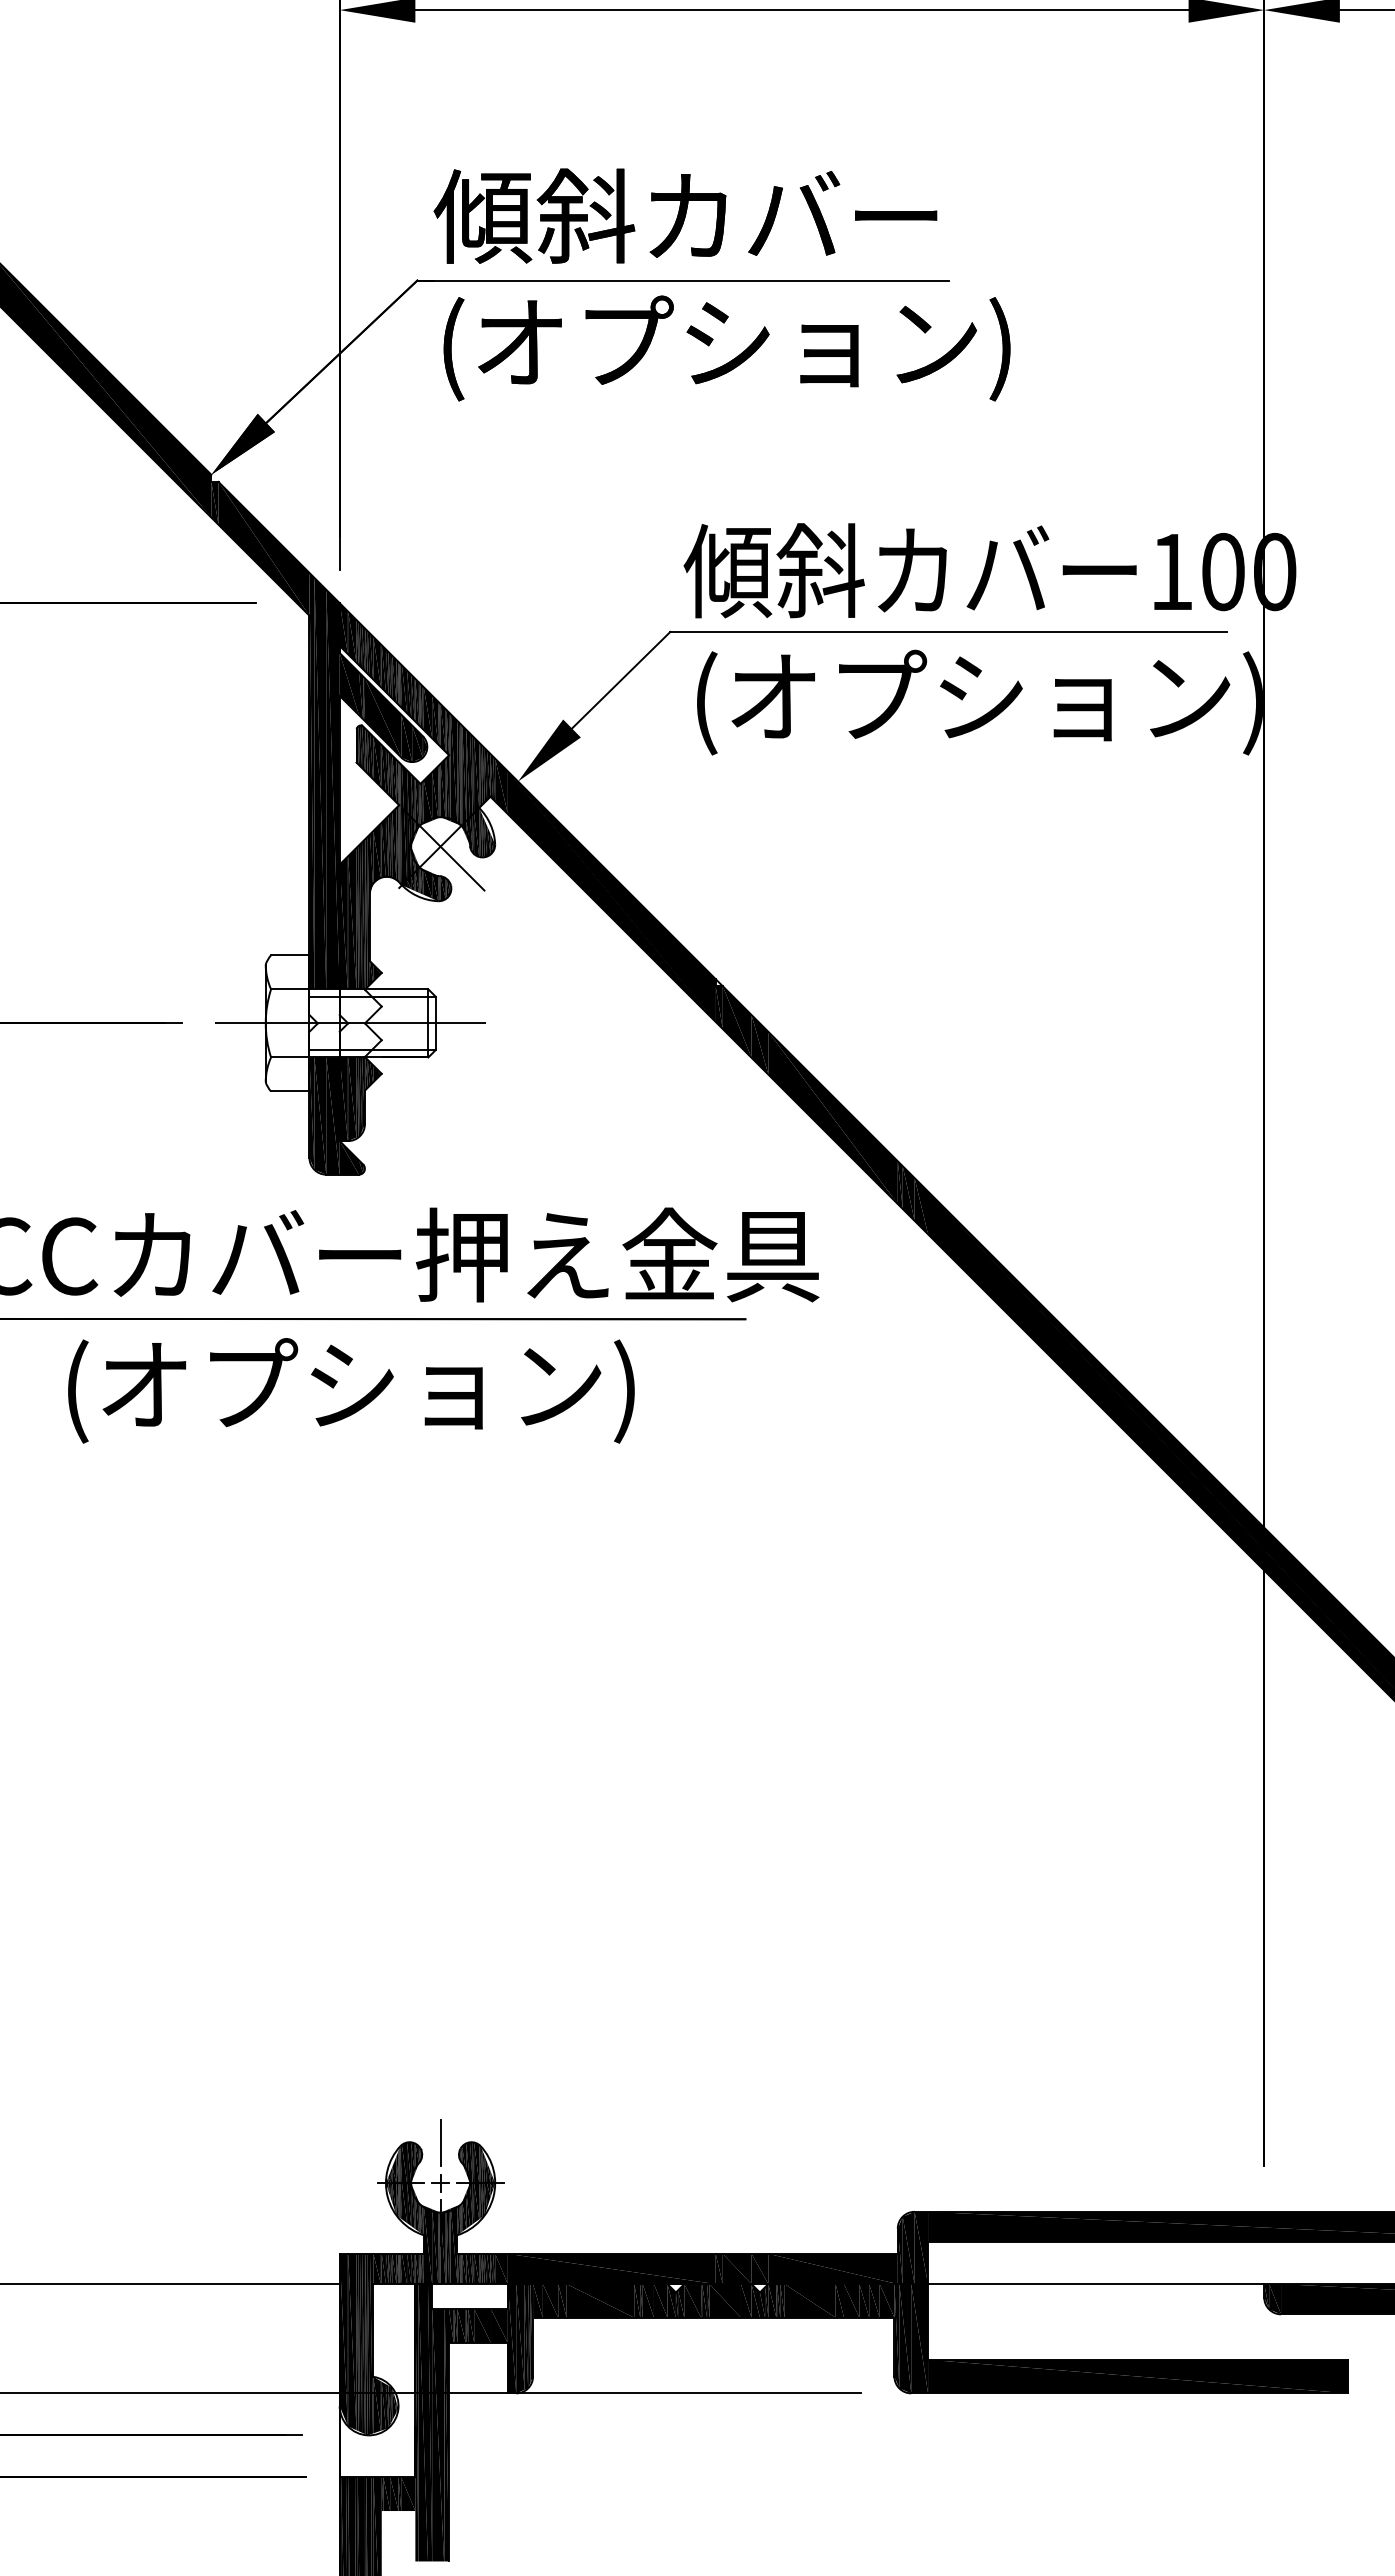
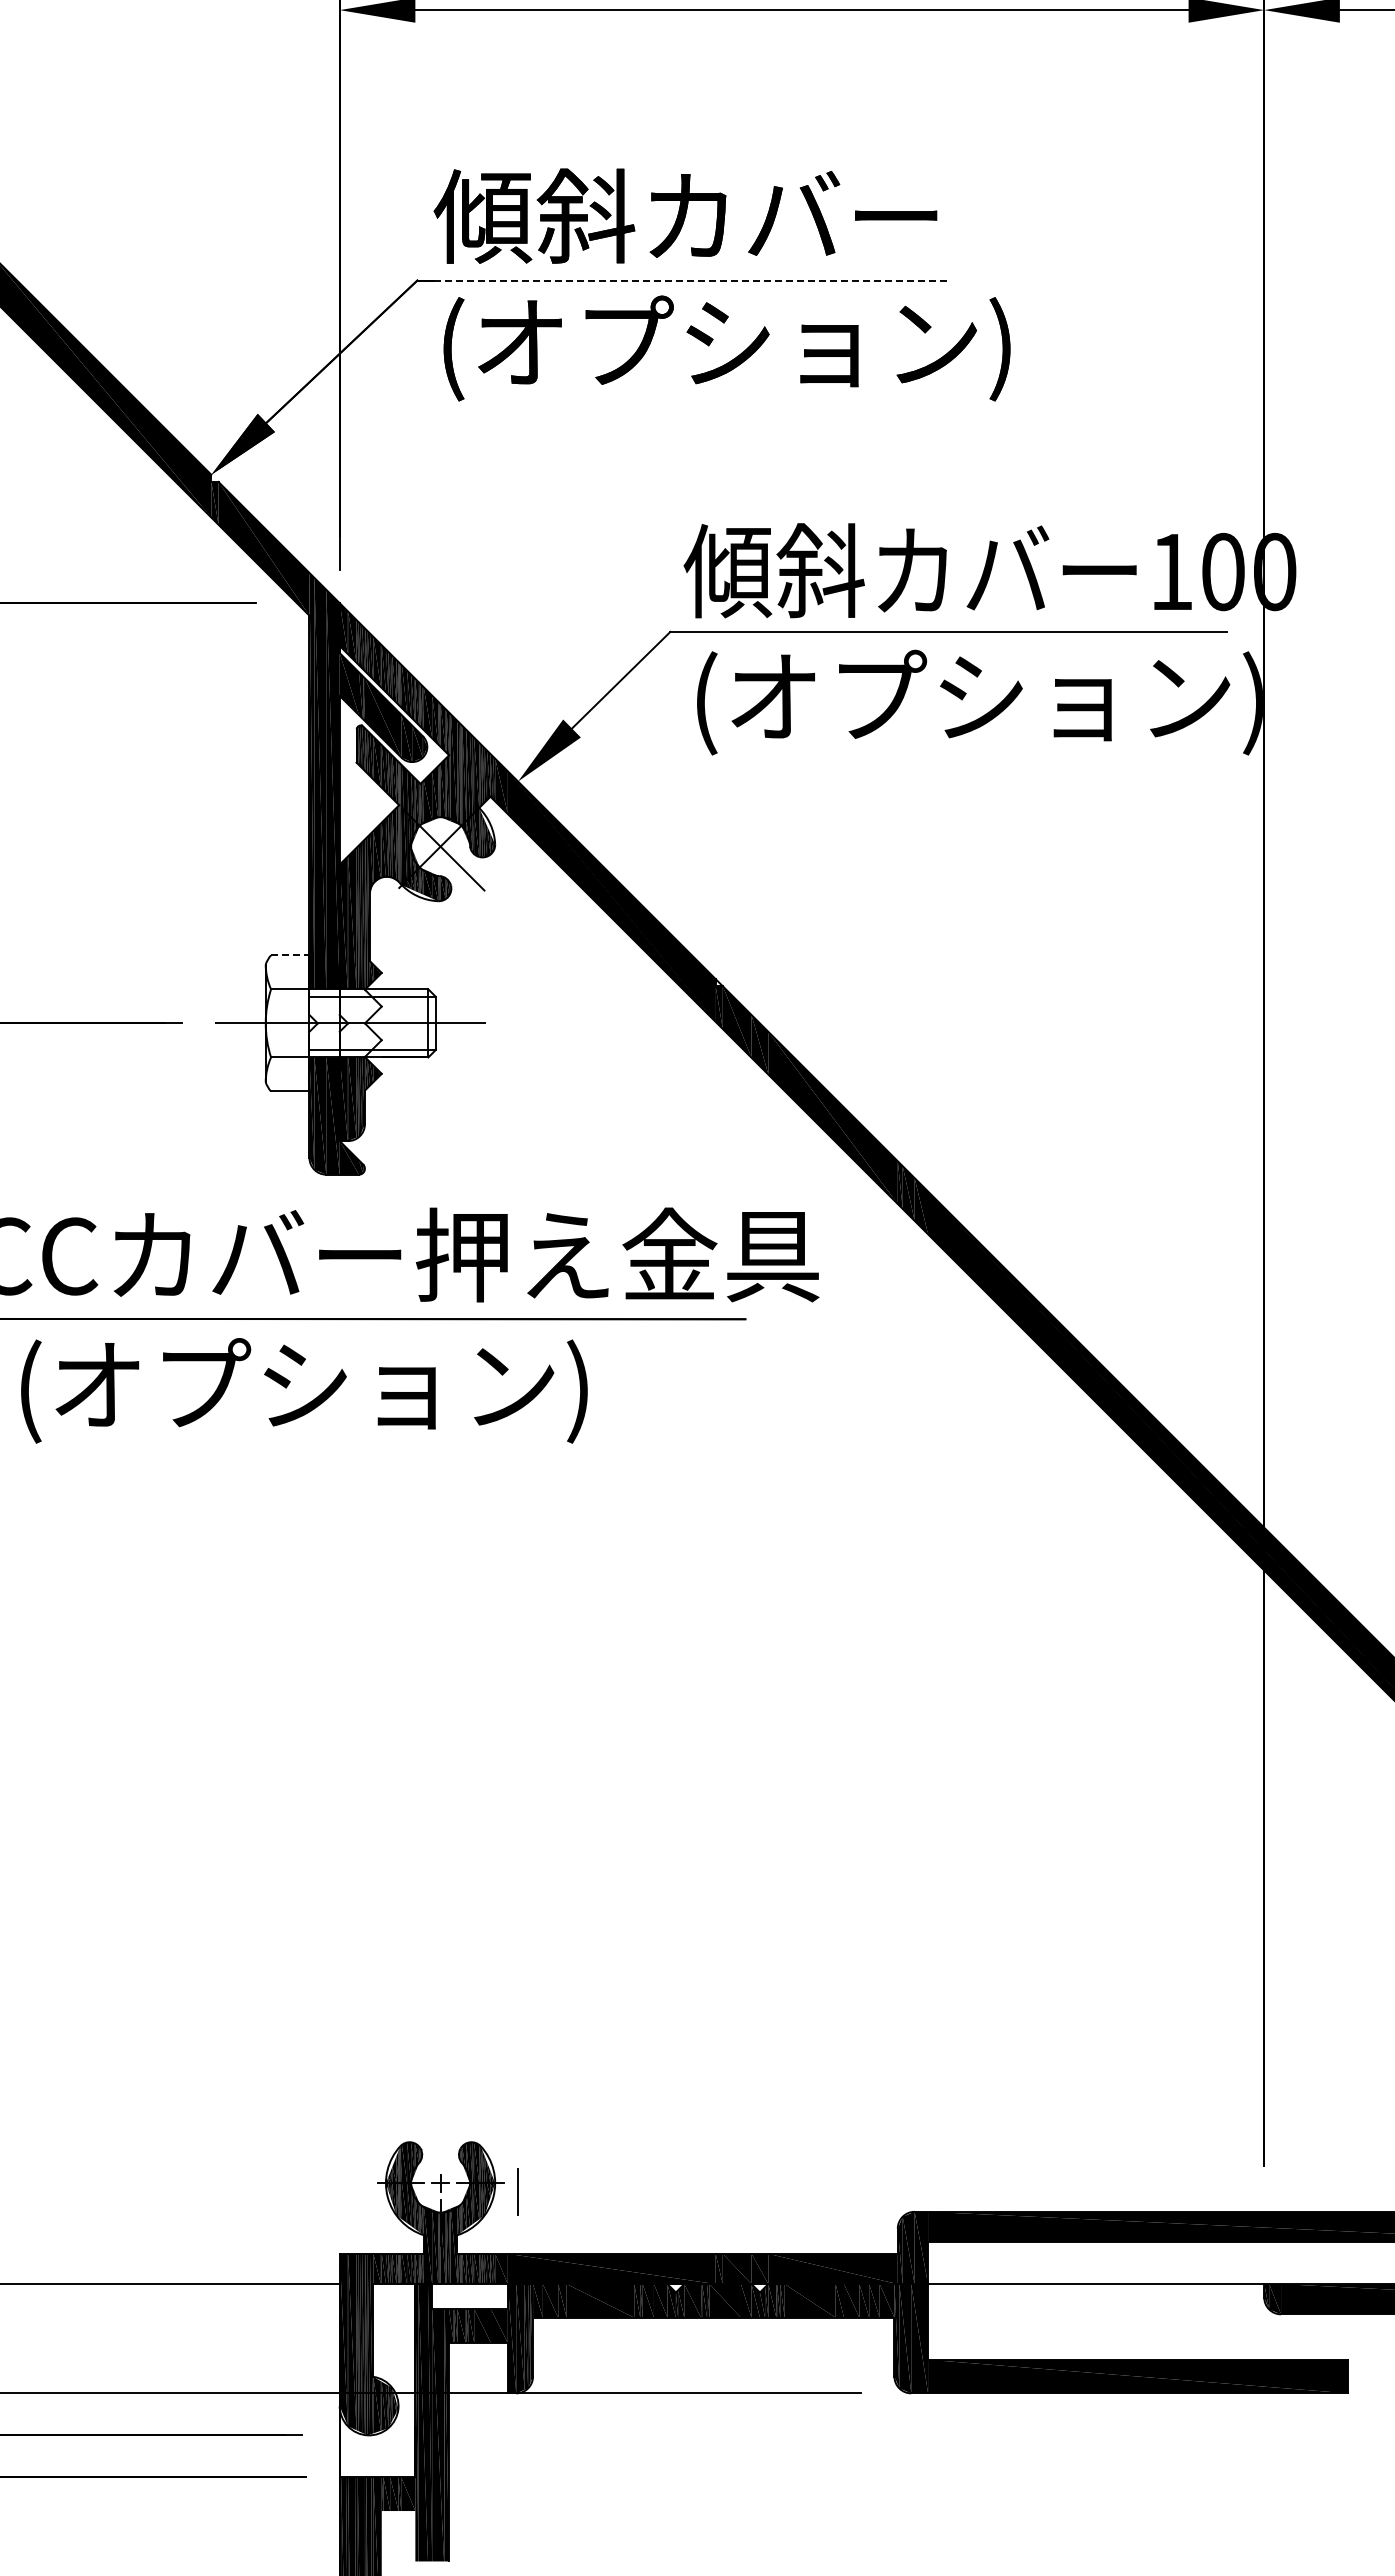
line at (691, 280): solid -> dashed
line at (290, 955): solid -> dashed
text at (351, 1390) position: (351, 1390) -> (304, 1390)
line at (440, 2142) position: (440, 2142) -> (517, 2191)
